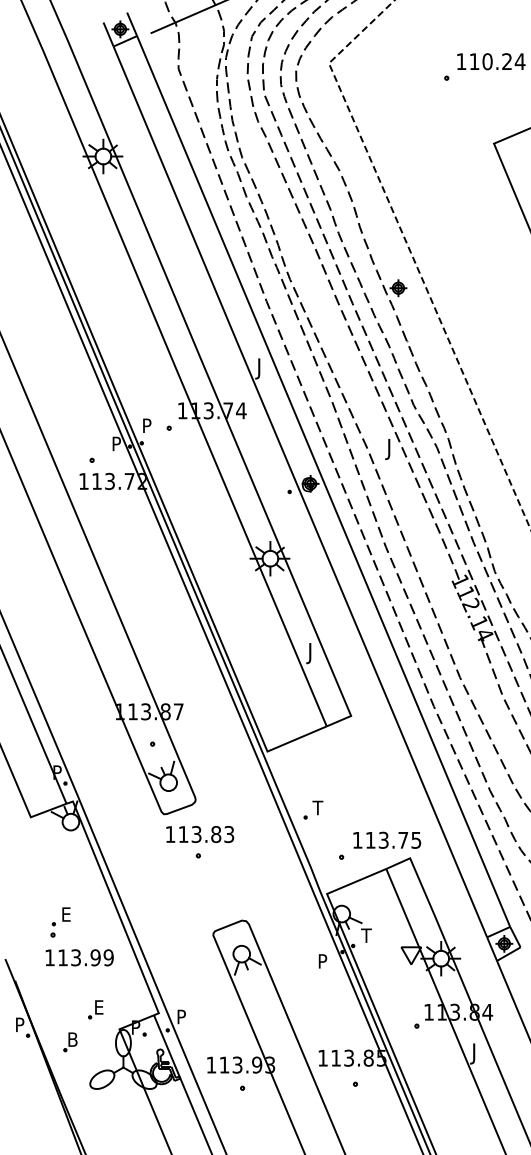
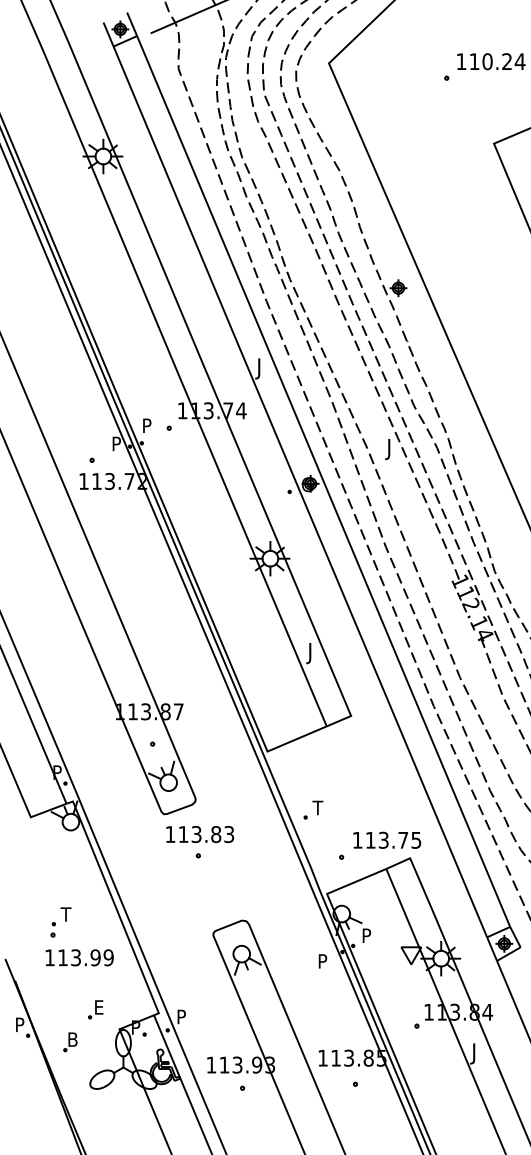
line at (411, 254): dashed -> solid
text at (65, 914): E -> T
text at (366, 935): T -> P
